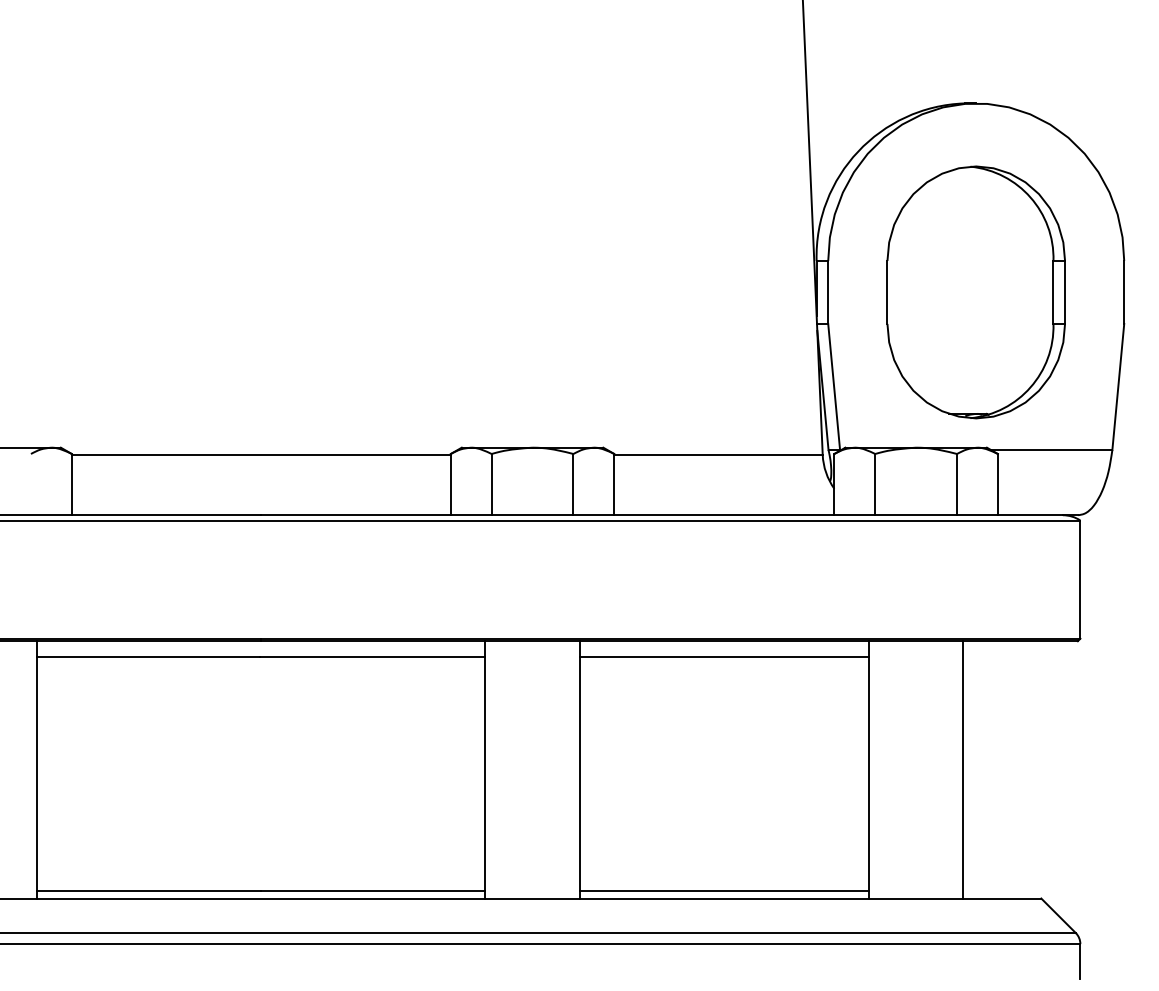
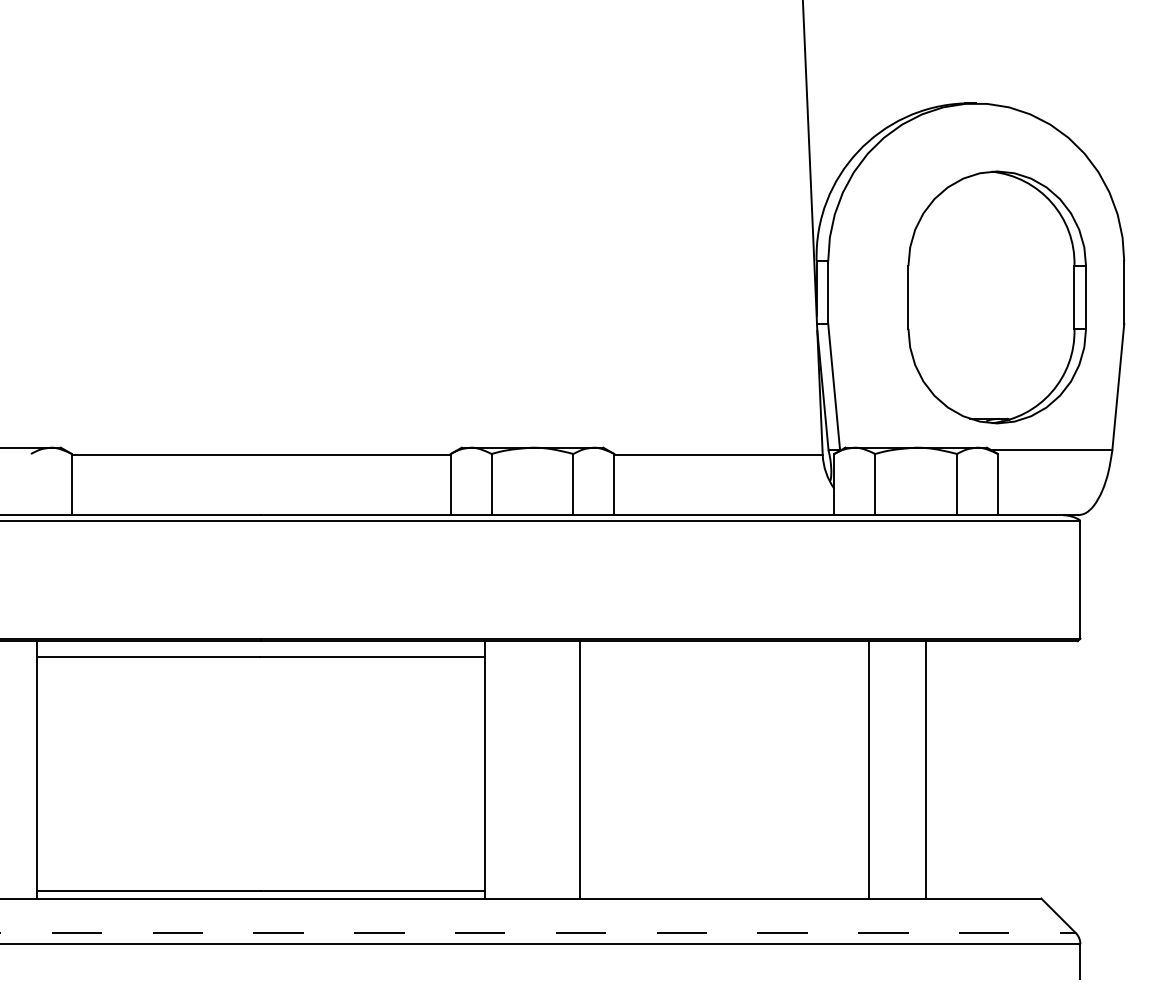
part at (975, 292) position: (975, 292) -> (996, 297)
line at (723, 656): present -> none
line at (963, 769) position: (963, 769) -> (926, 769)
line at (723, 890): present -> none
line at (538, 932): solid -> dashed
